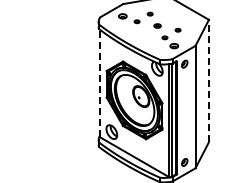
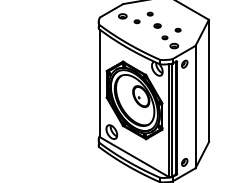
line at (208, 80): dashed -> solid
line at (99, 83): dashed -> solid
